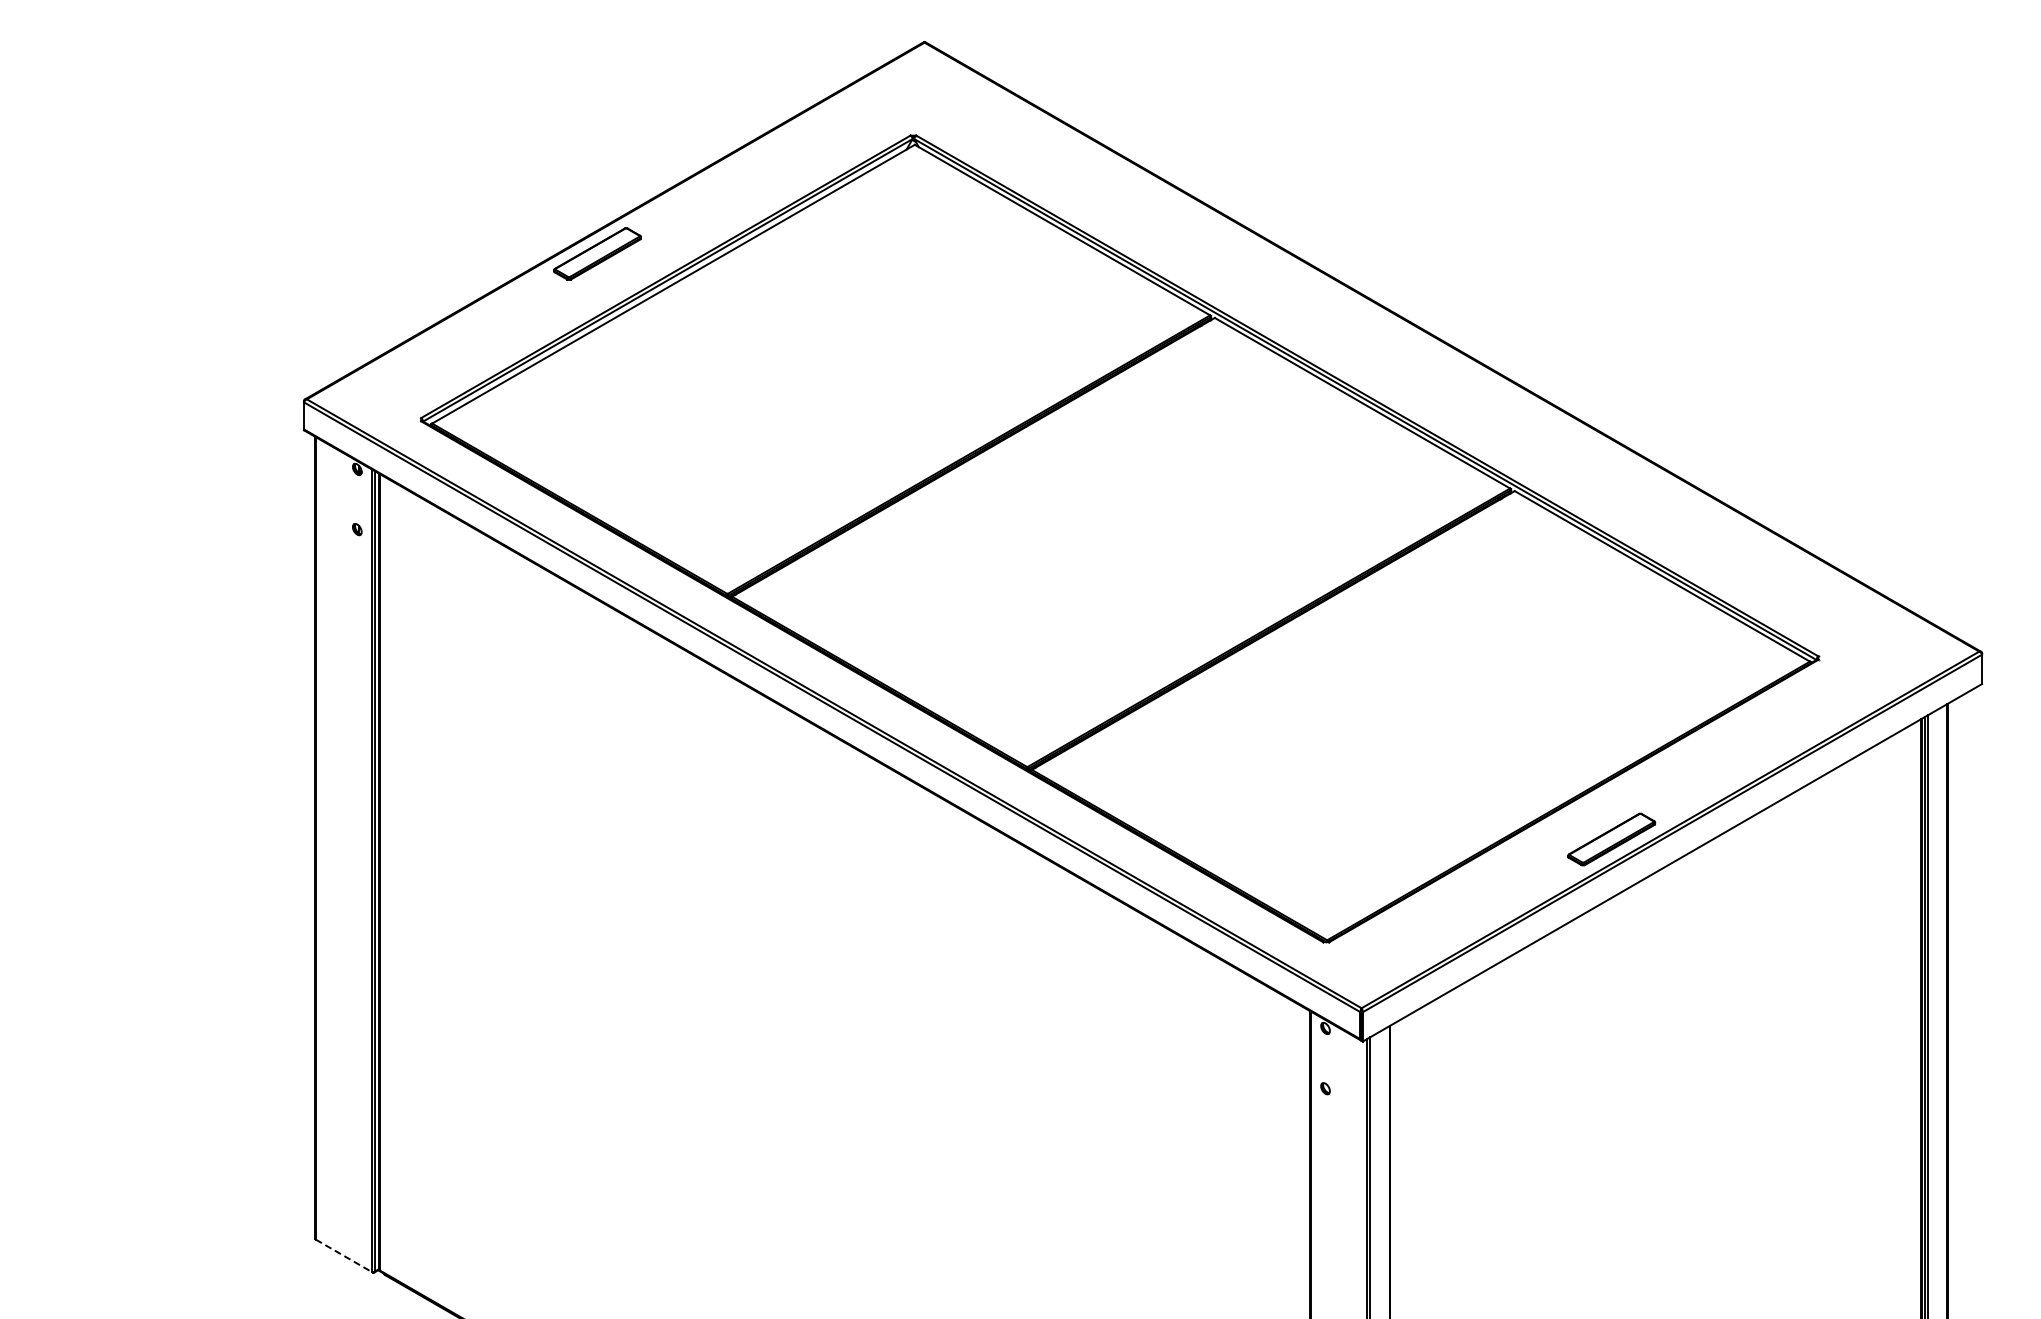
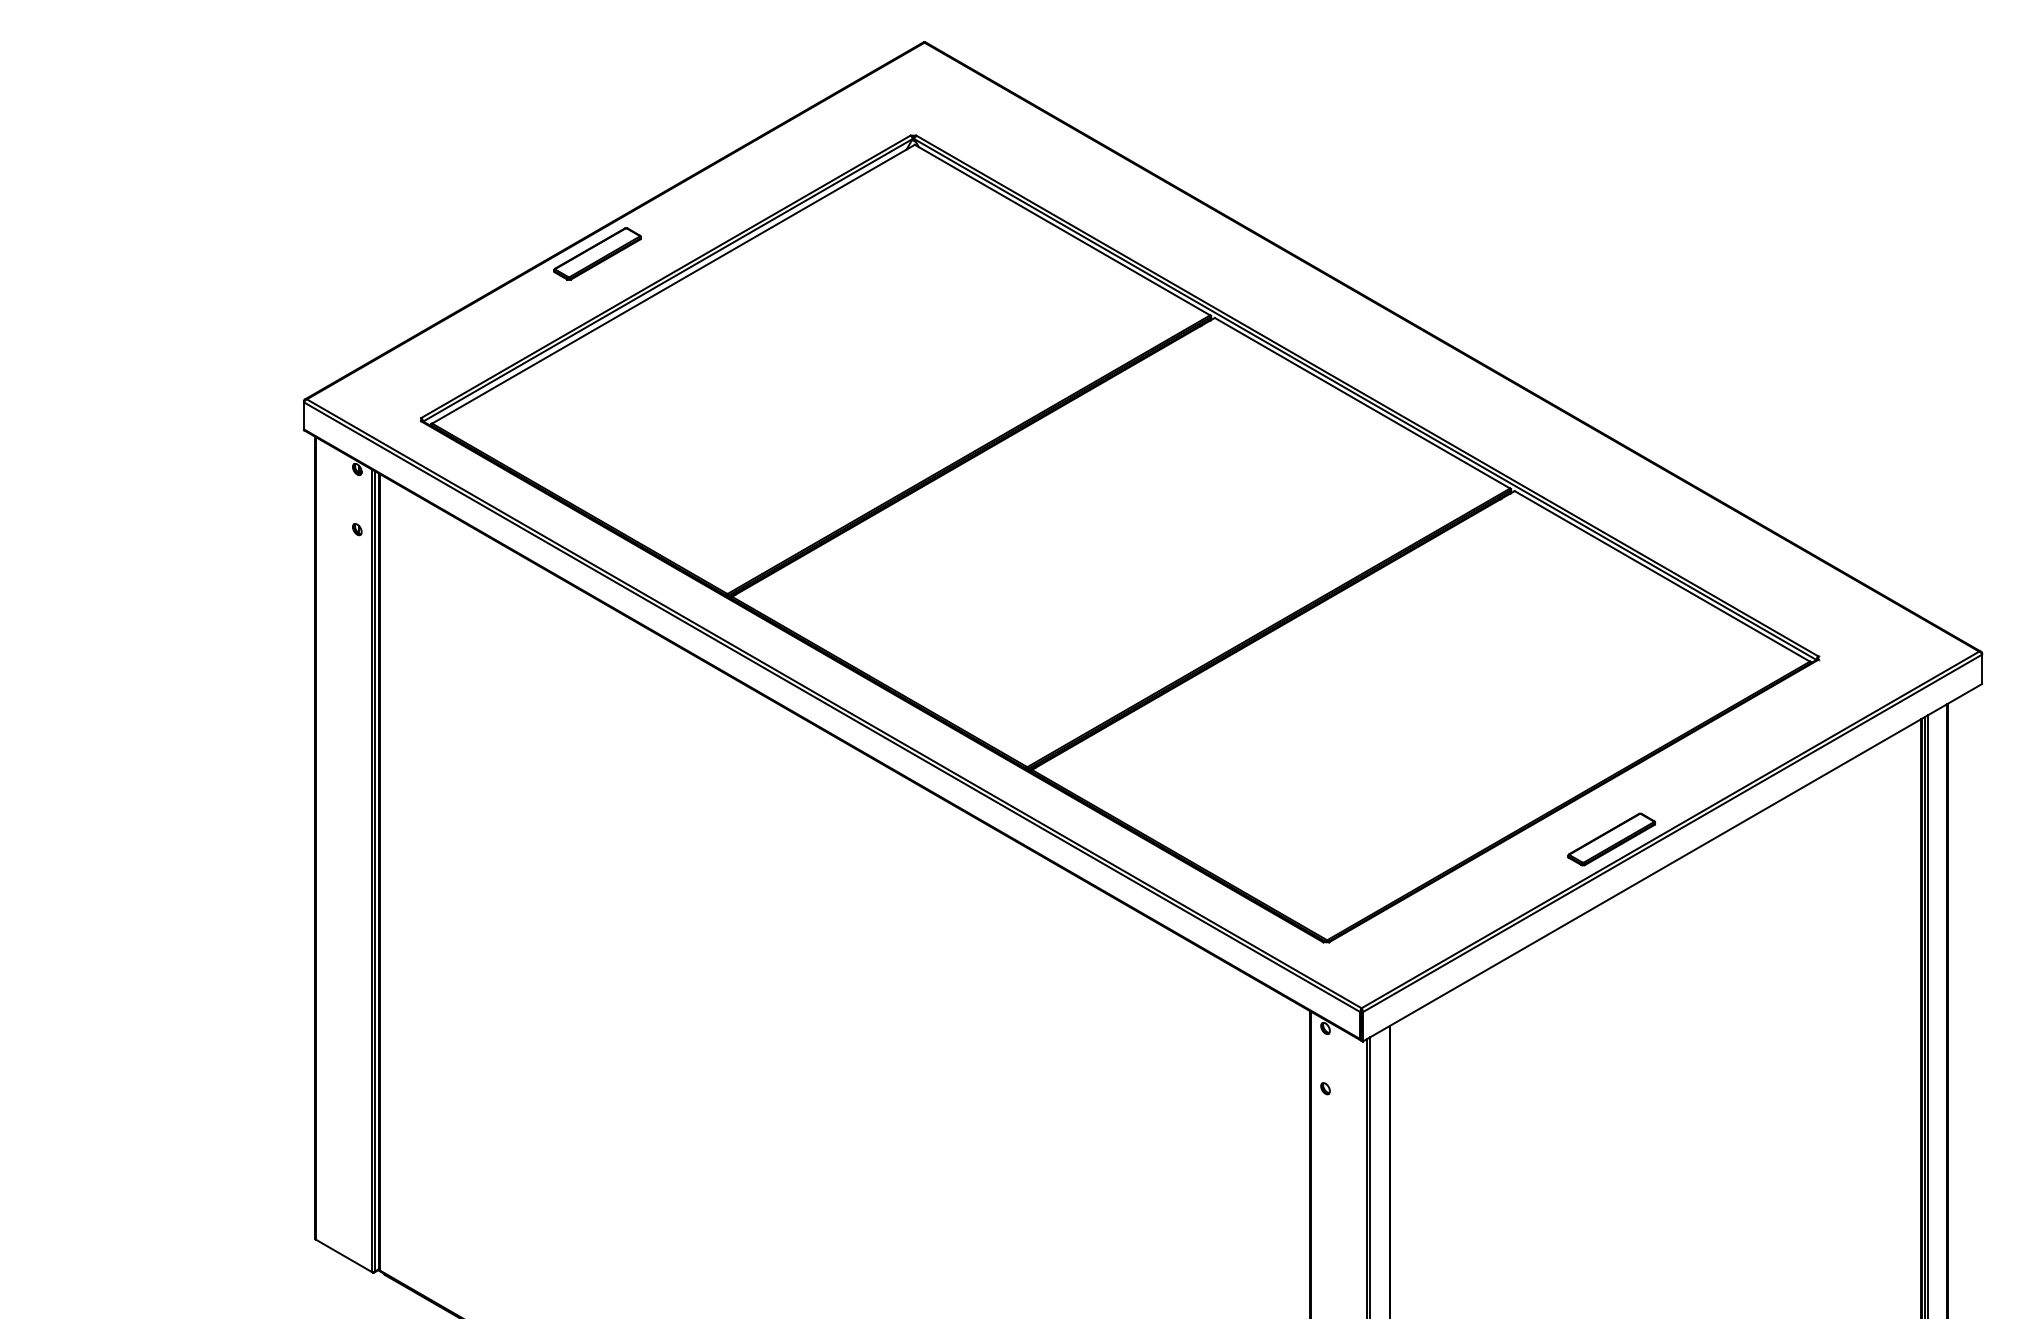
line at (344, 1255): dashed -> solid
